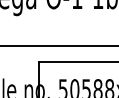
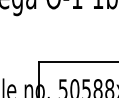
line at (58, 46): present -> none
